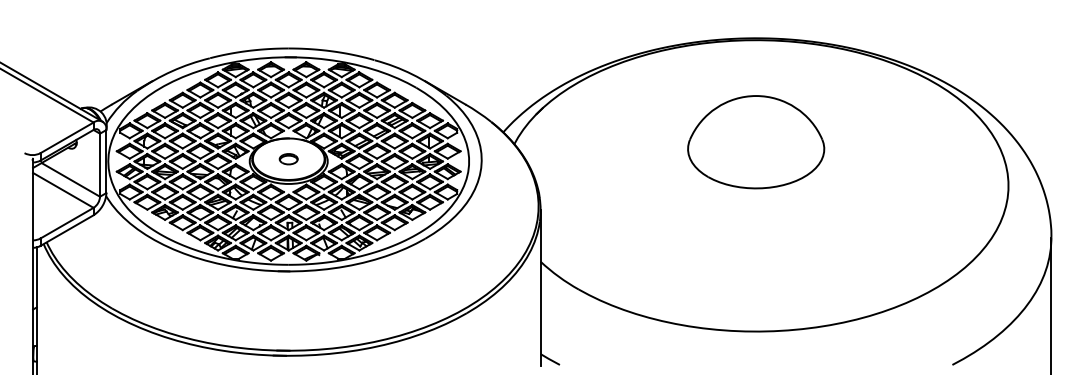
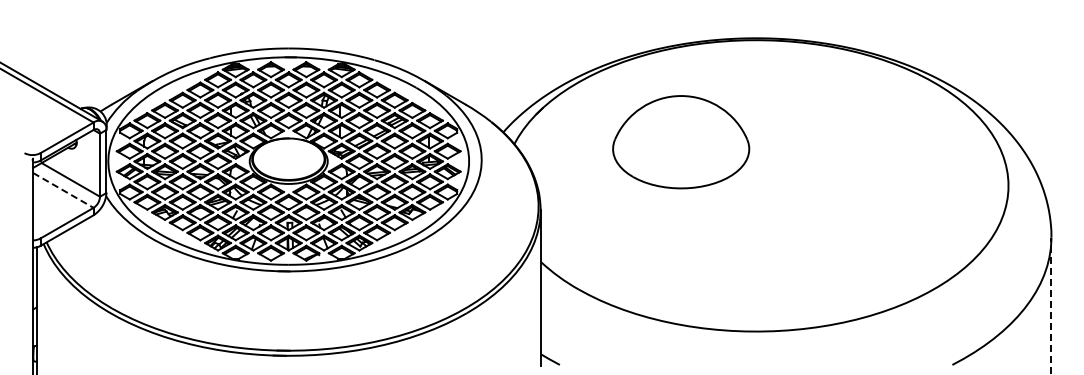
part at (756, 142) position: (756, 142) -> (681, 142)
part at (288, 159): present -> none
line at (63, 190): solid -> dashed
line at (1051, 305): solid -> dashed
